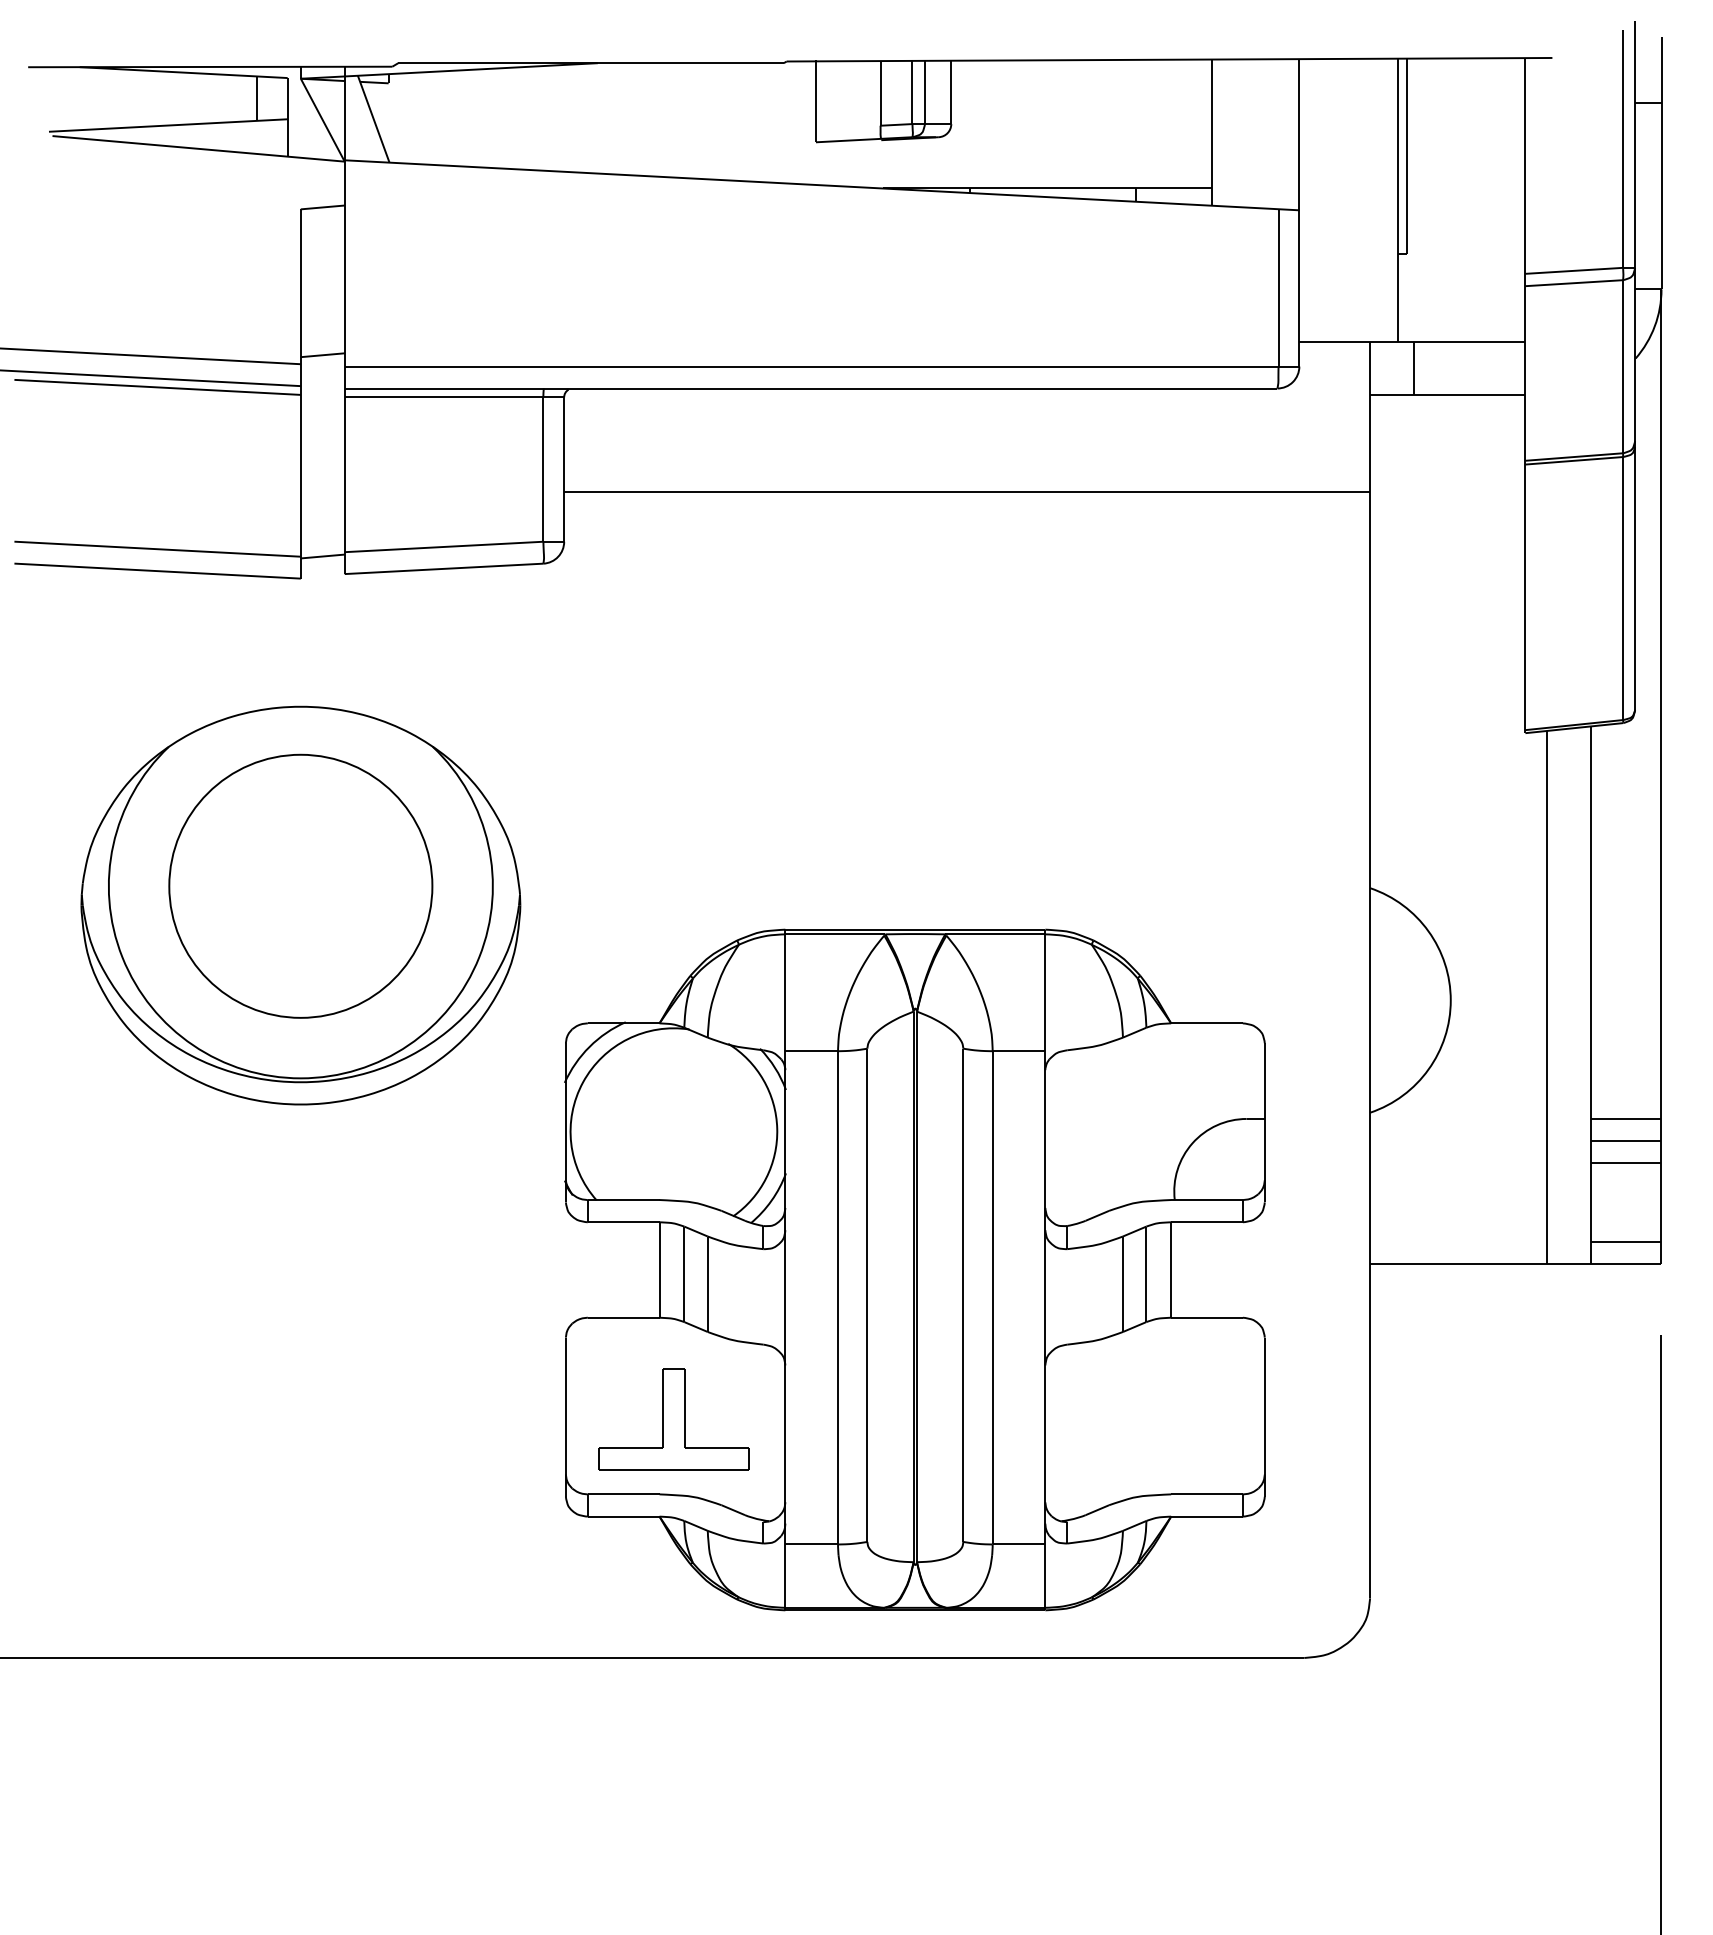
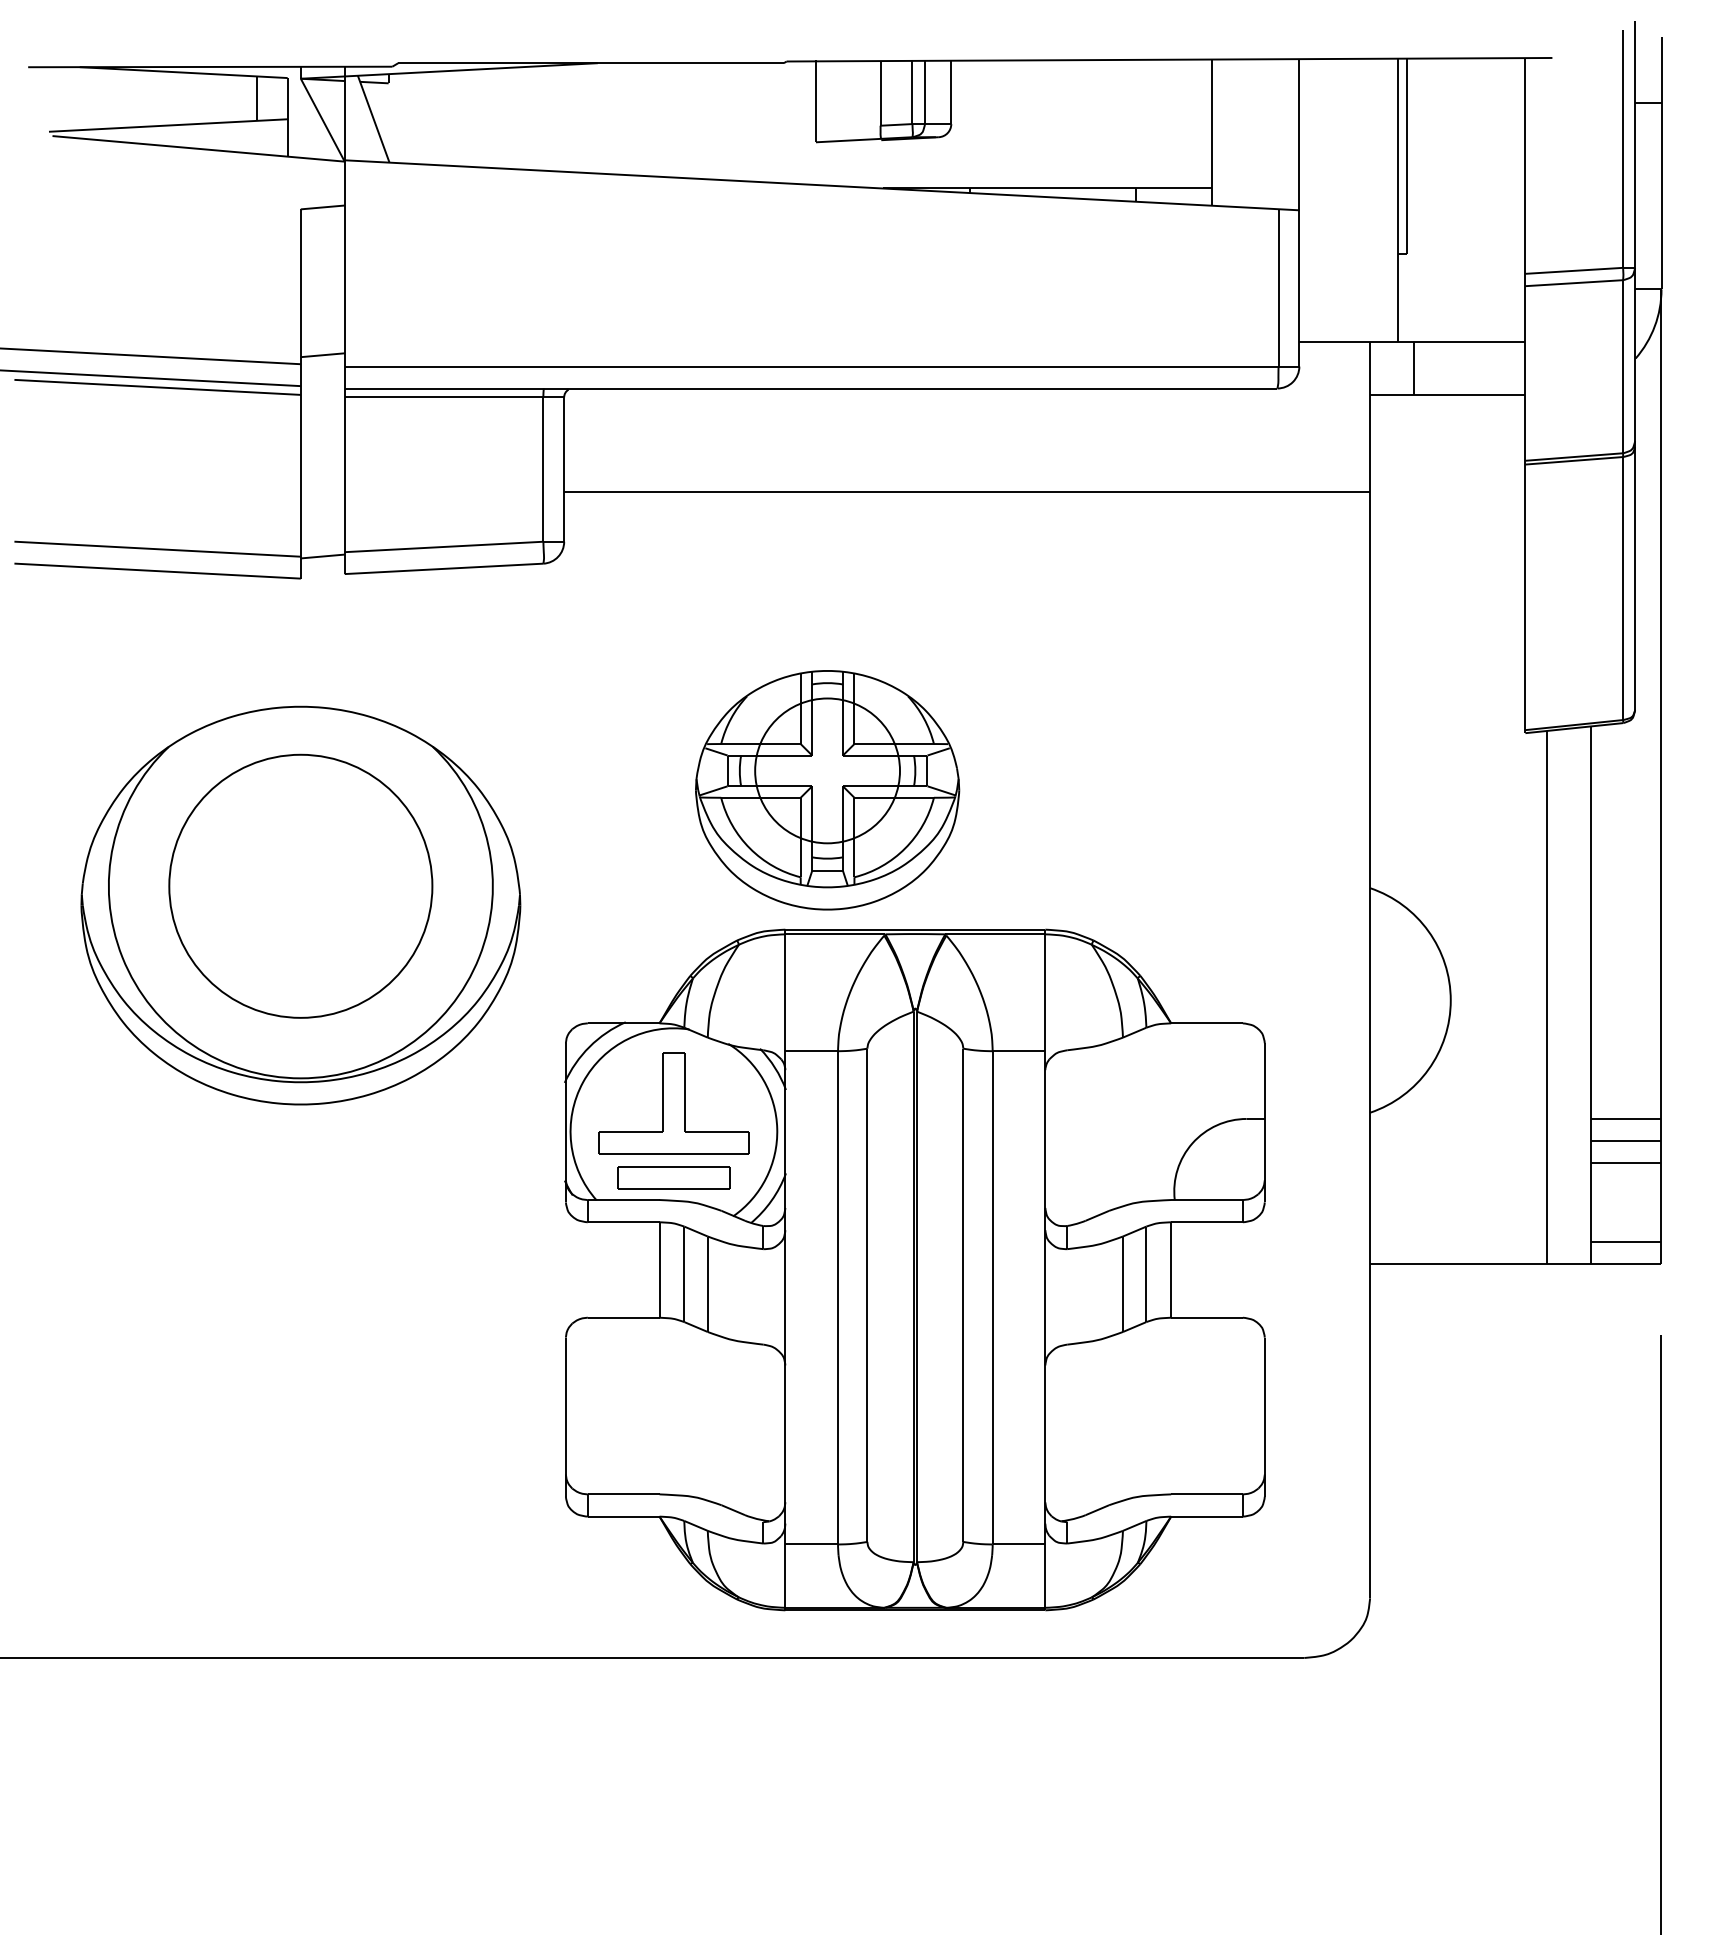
part at (827, 790): none -> present
part at (673, 1177): none -> present
part at (673, 1419) position: (673, 1419) -> (673, 1103)
